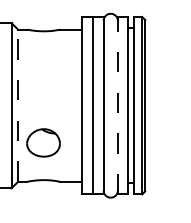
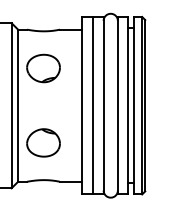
part at (43, 68): none -> present
line at (18, 105): dashed -> solid
line at (117, 105): dashed -> solid
